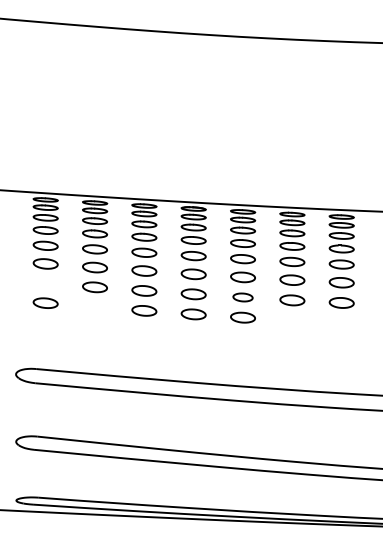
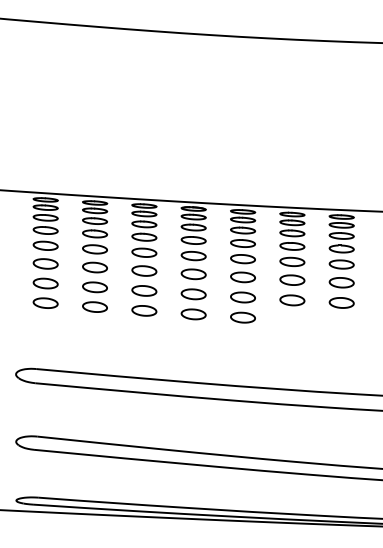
part at (45, 283): none -> present
part at (242, 297) size: 22x11 px -> 26x13 px
part at (94, 306): none -> present
